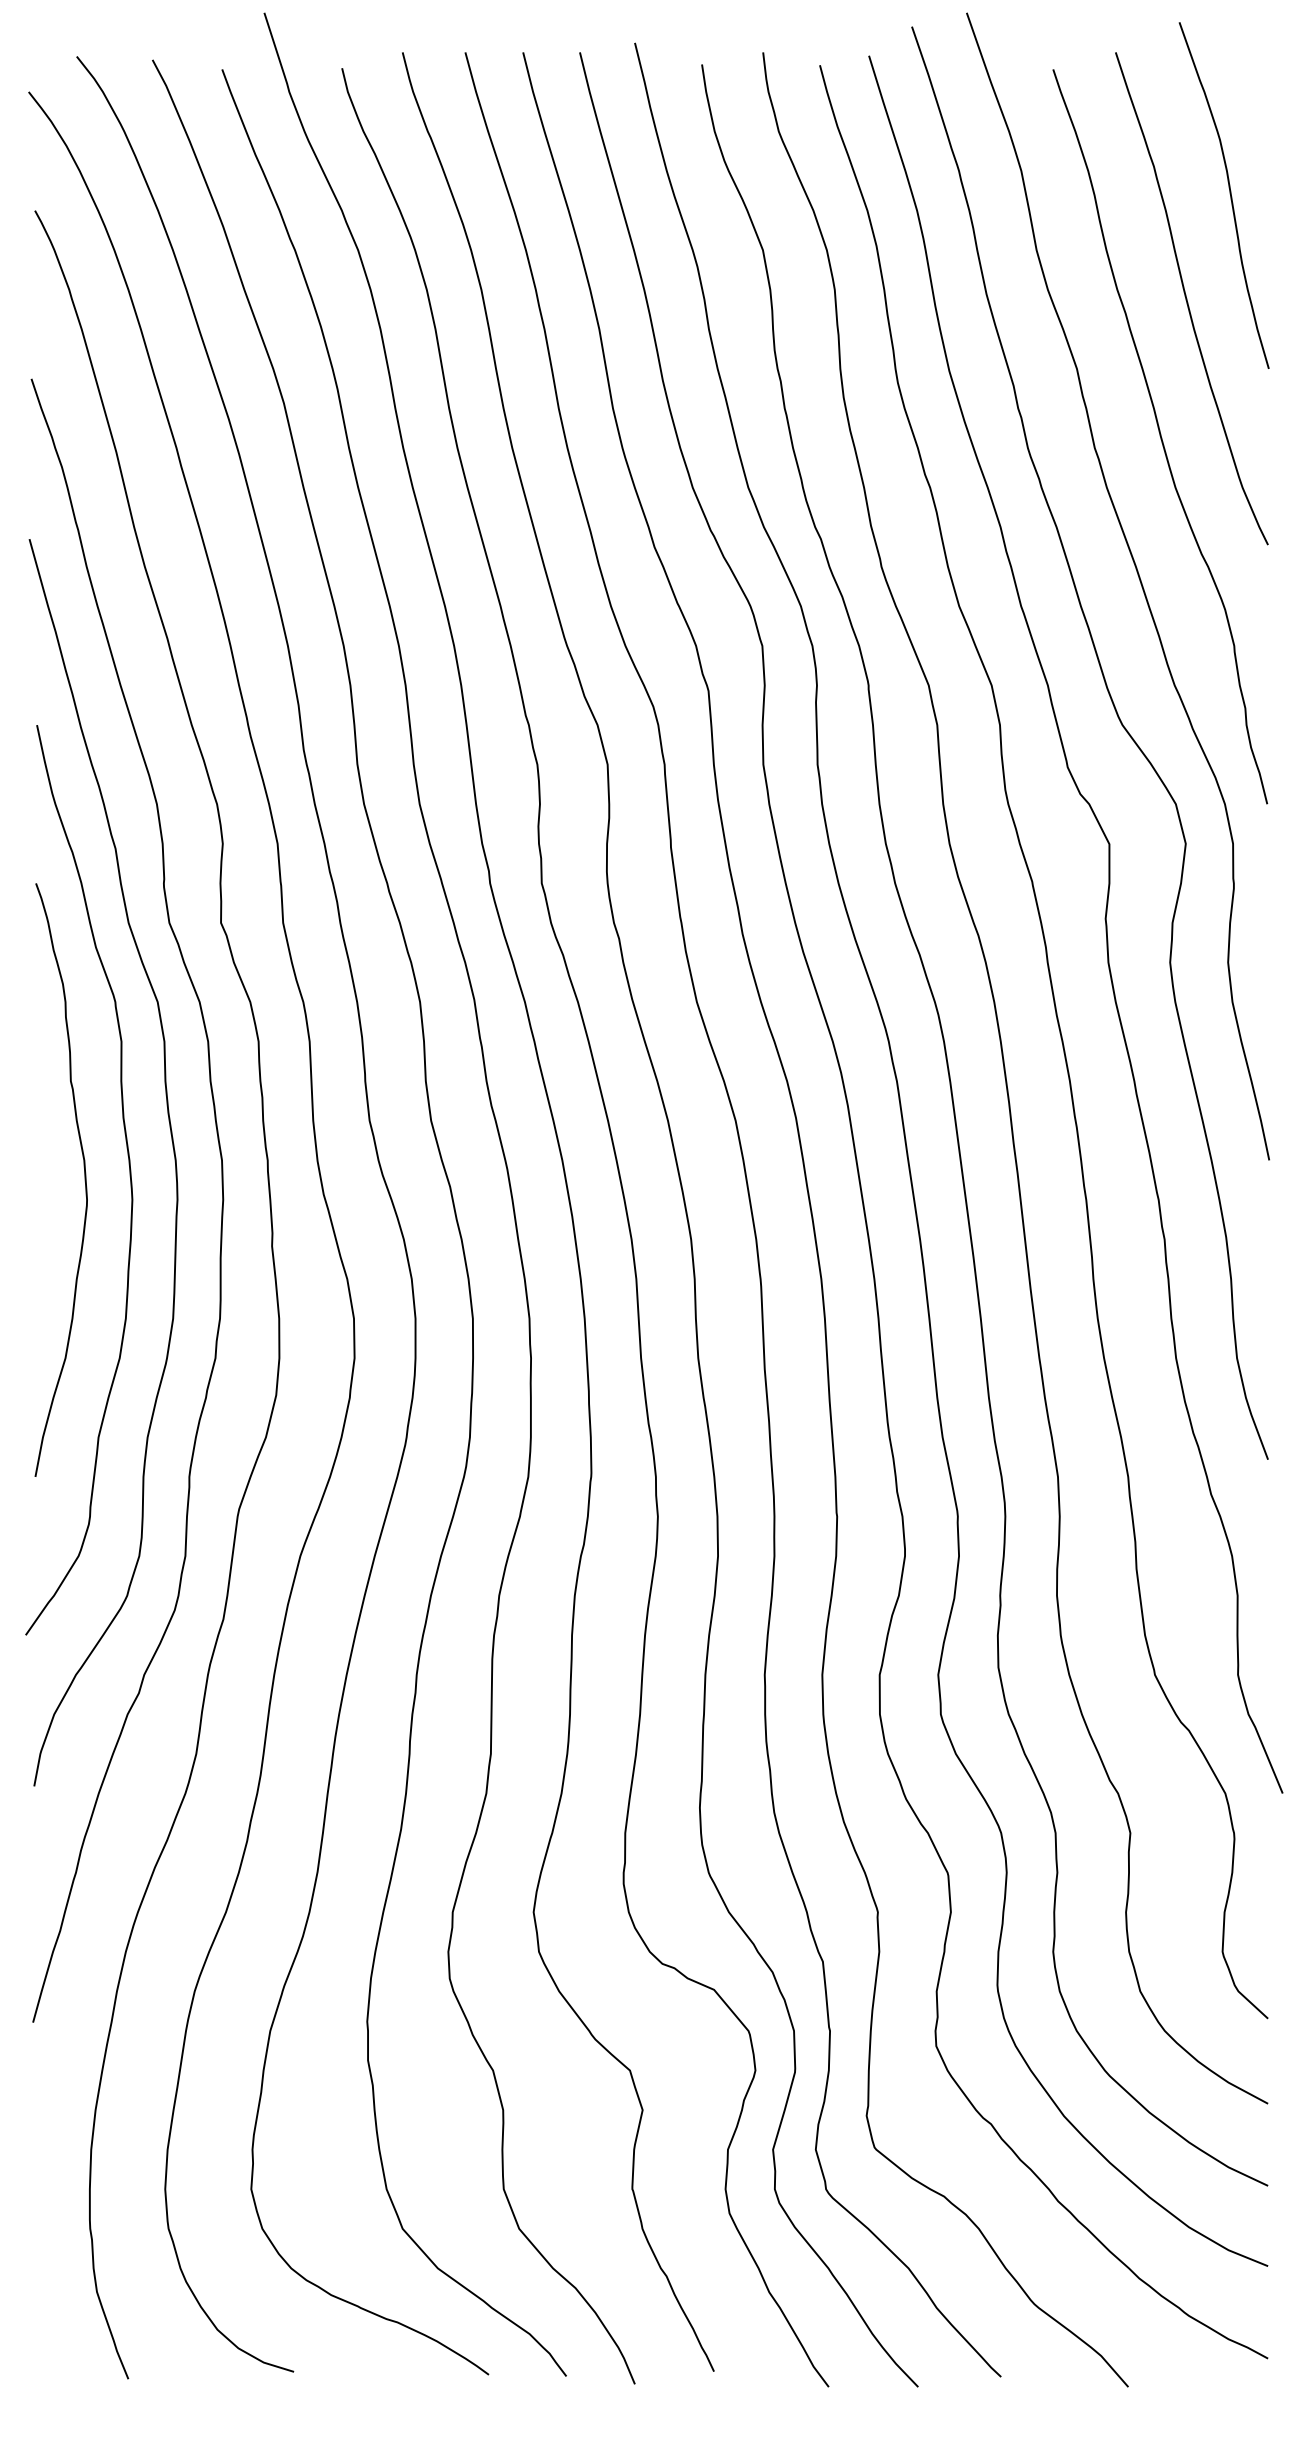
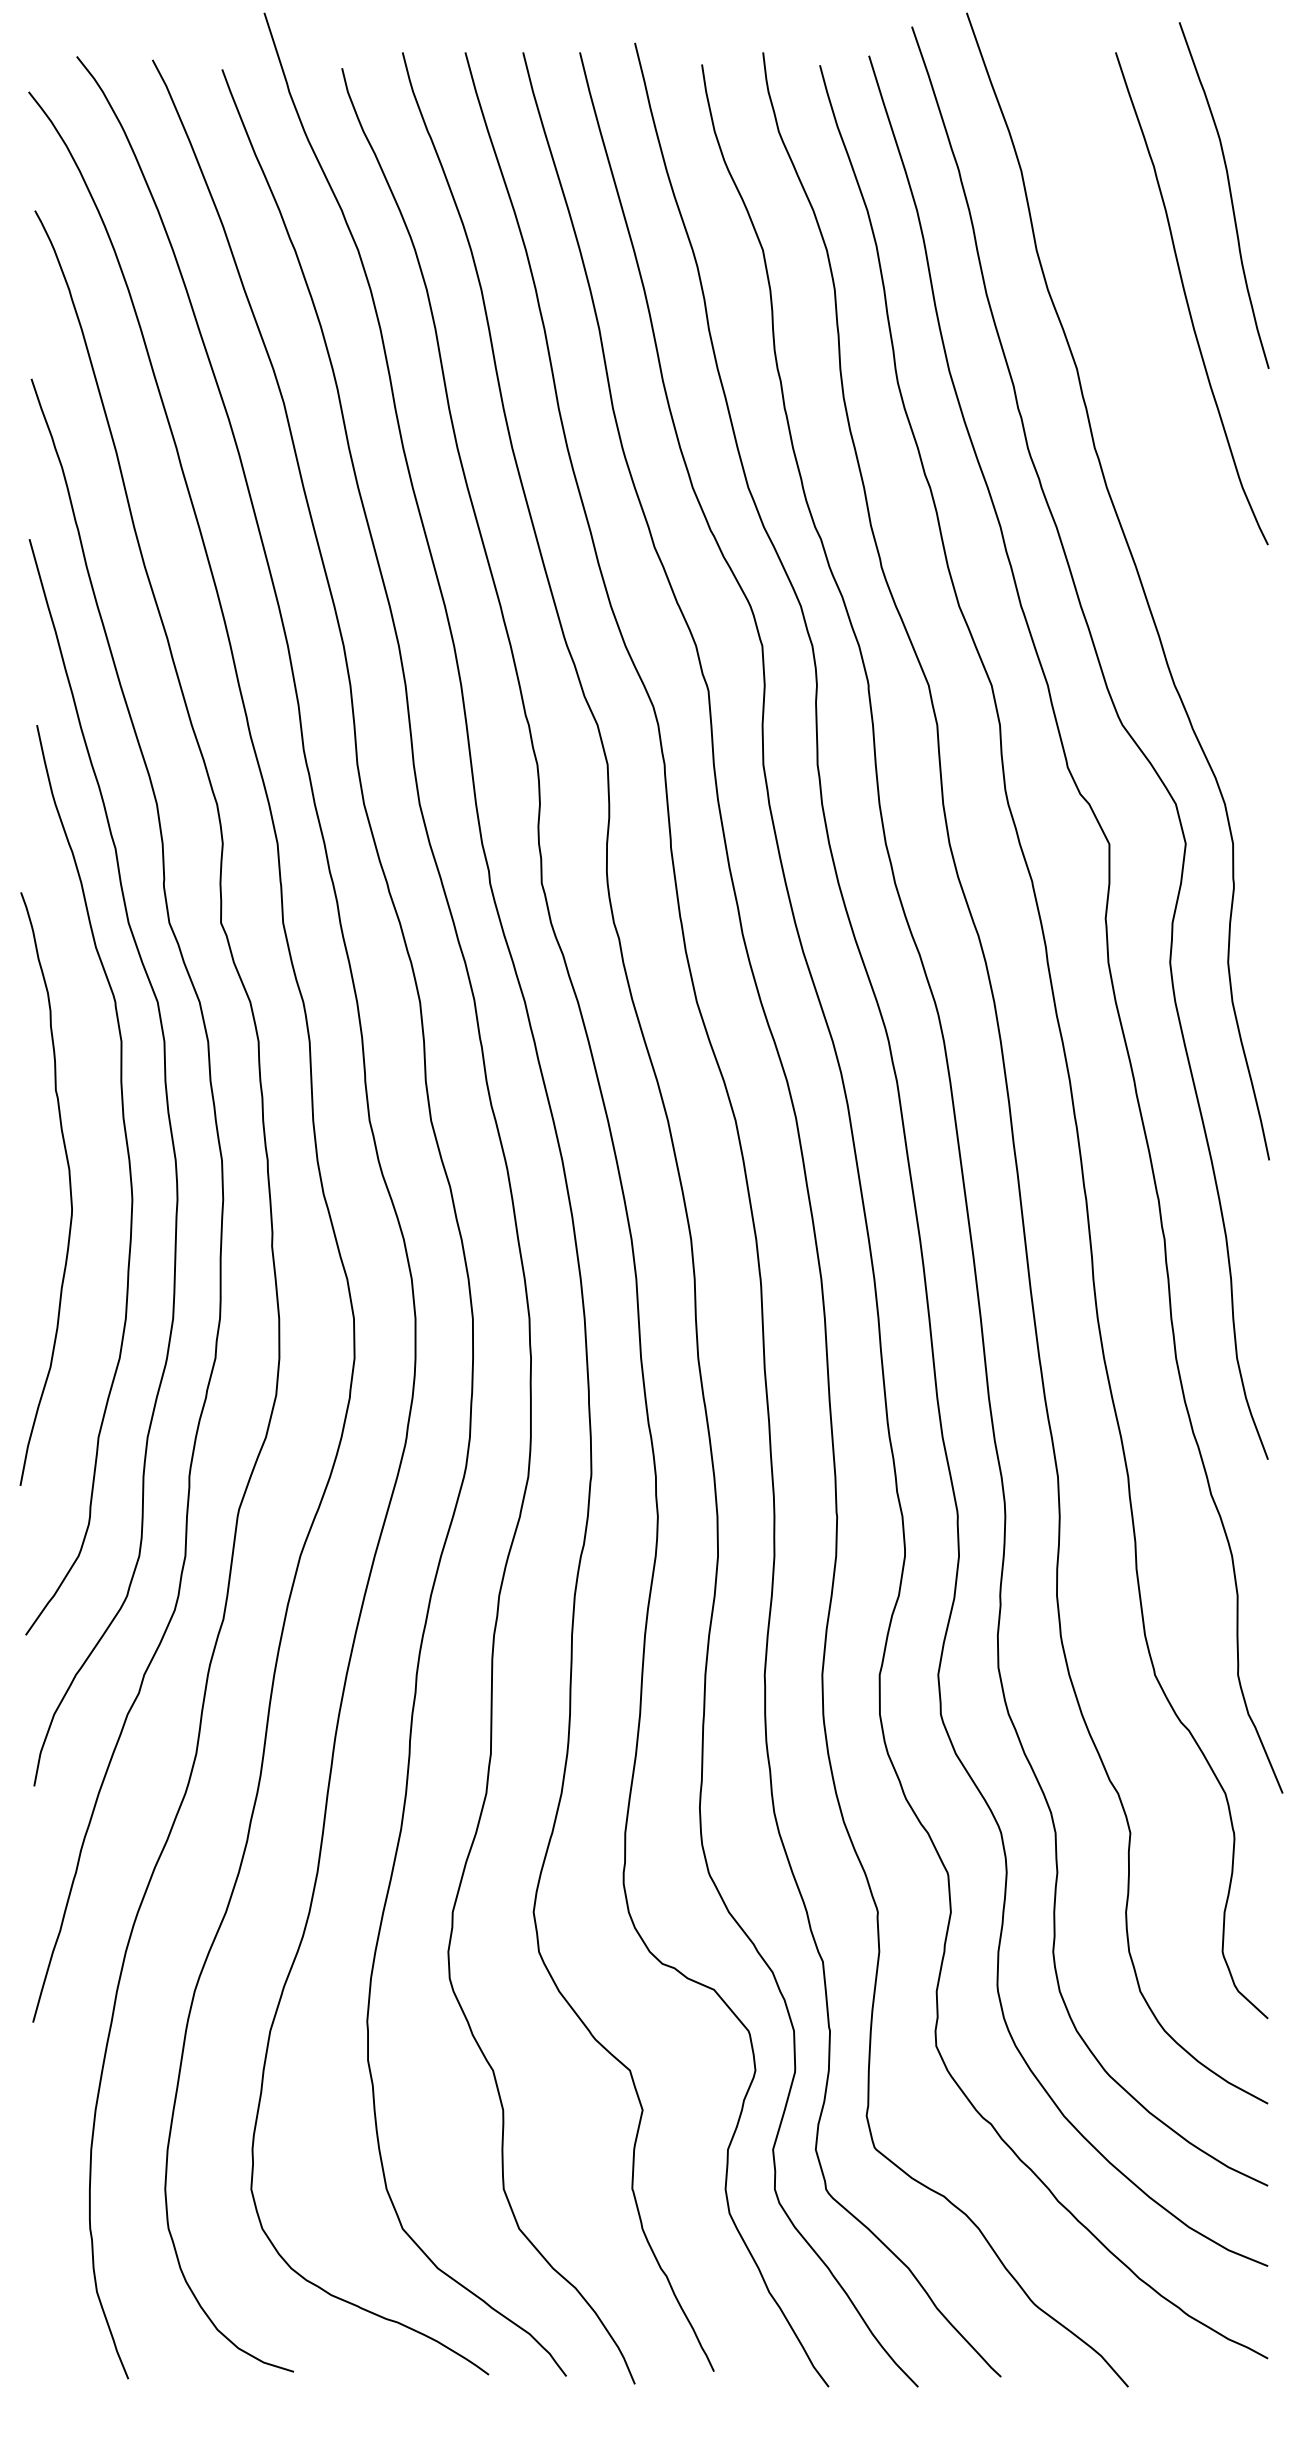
curve at (1160, 436): present -> none
curve at (84, 1179) position: (84, 1179) -> (69, 1188)
